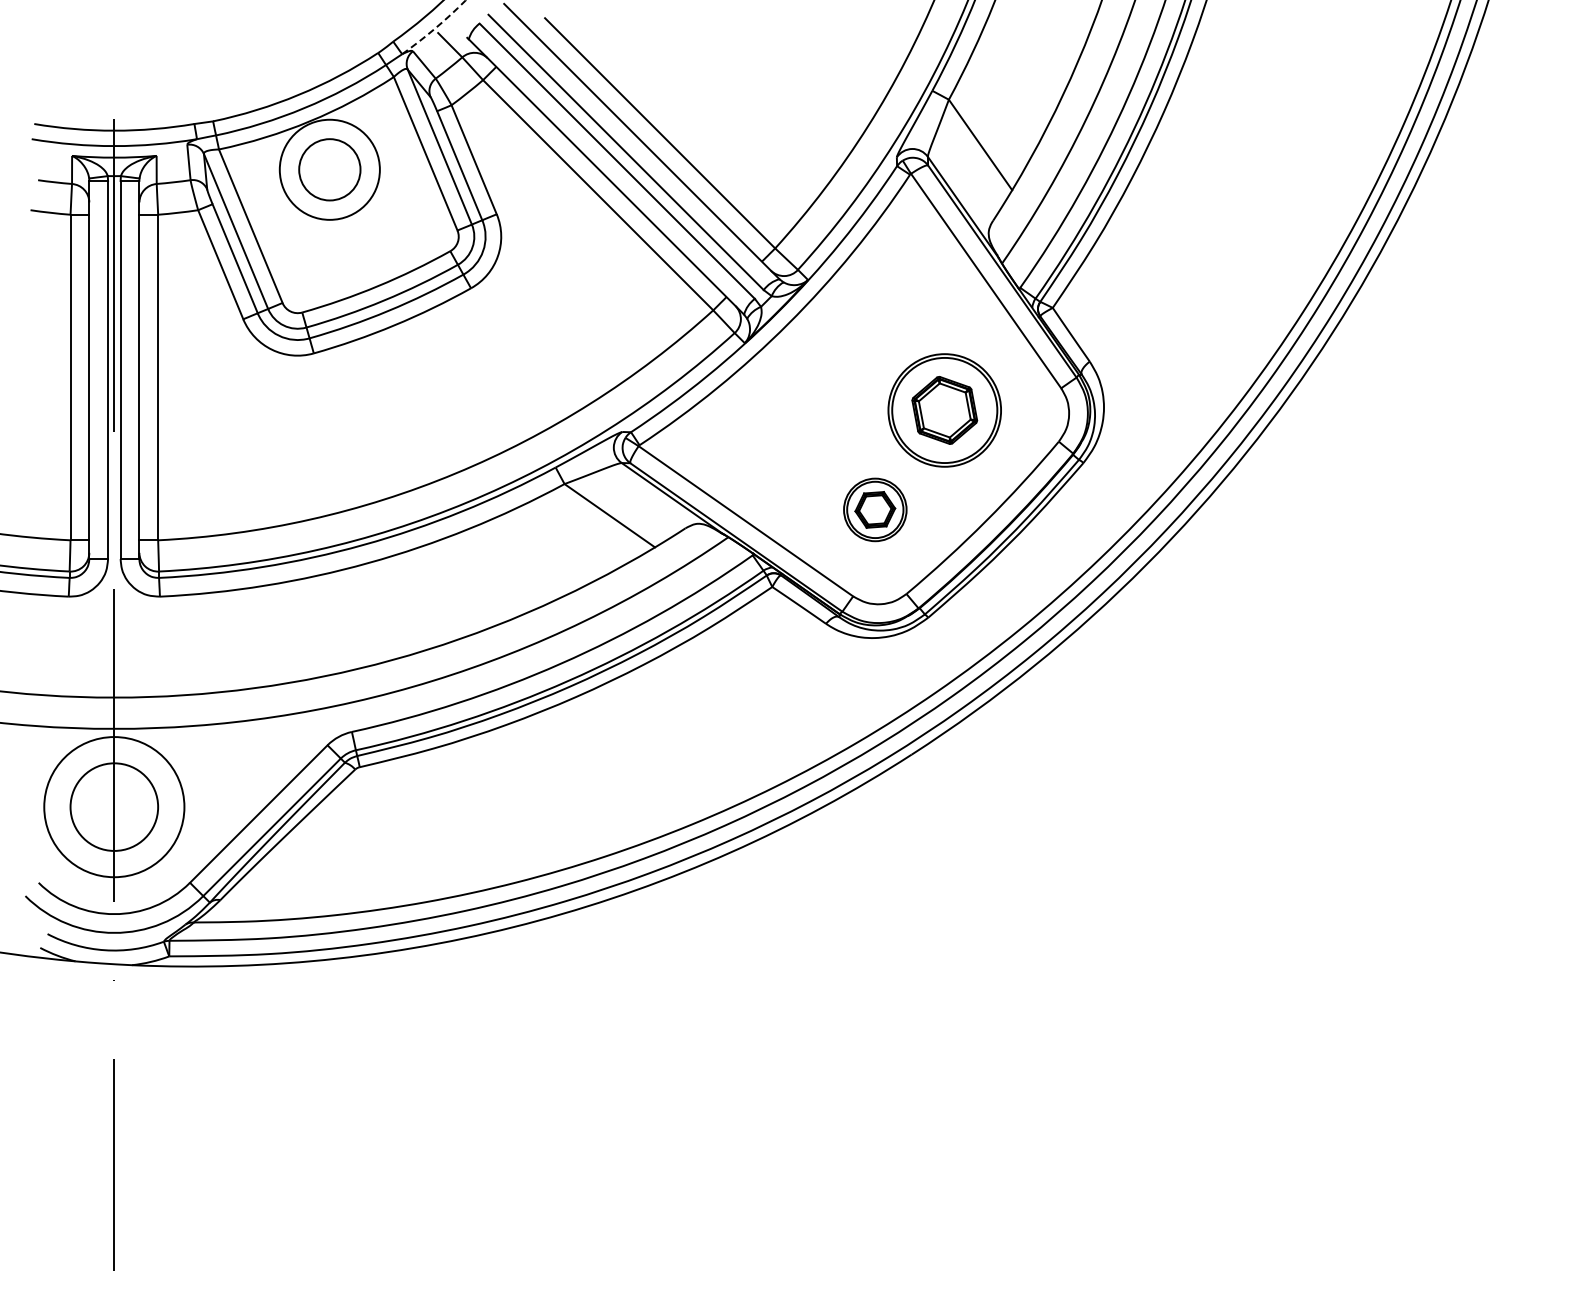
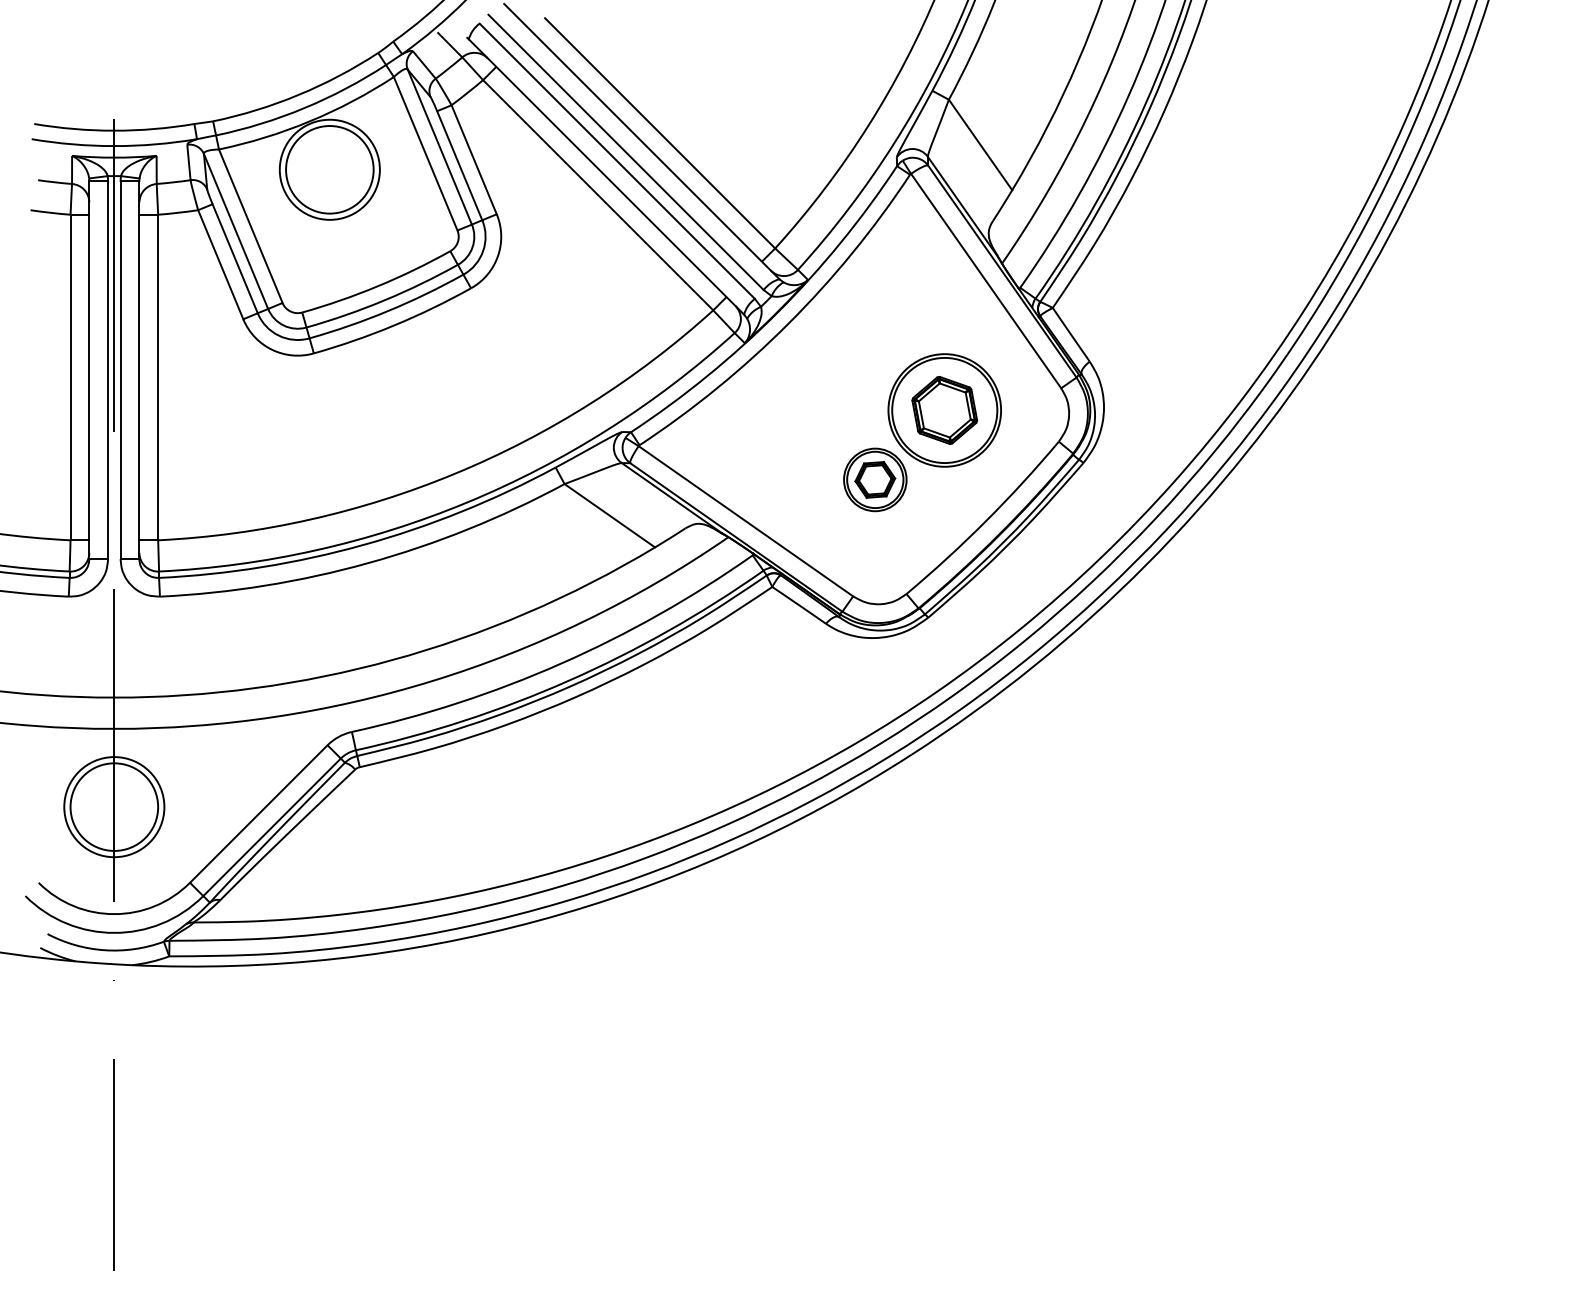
arc at (434, 28): dashed -> solid
circle at (329, 169) diameter: 61 px -> 88 px
part at (875, 509) position: (875, 509) -> (875, 479)
circle at (114, 807) diameter: 140 px -> 100 px
